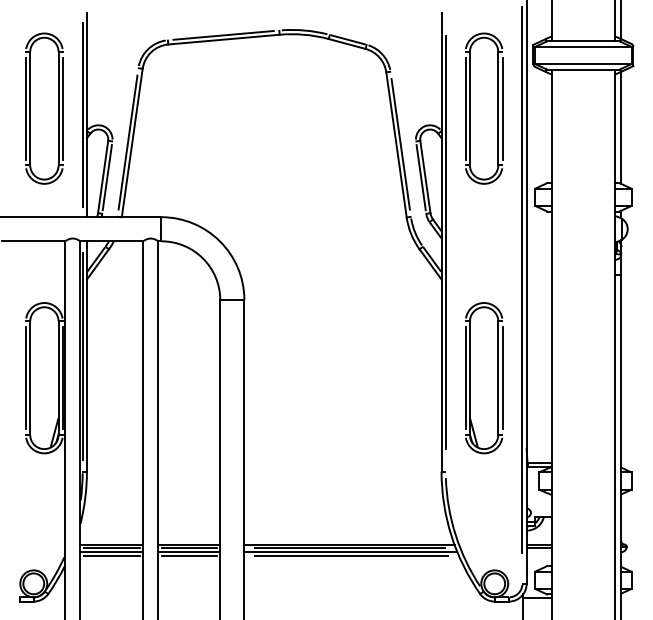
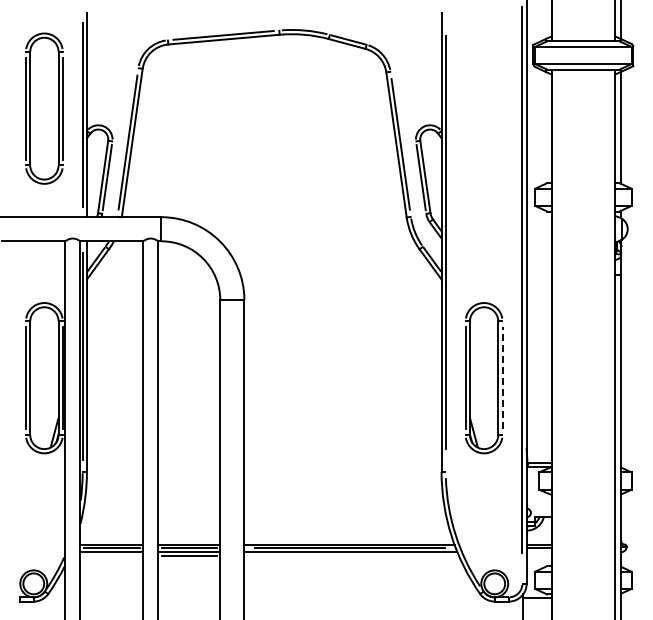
part at (484, 108): present -> none
line at (502, 377): solid -> dashed
line at (111, 556): present -> none
line at (351, 556): present -> none
